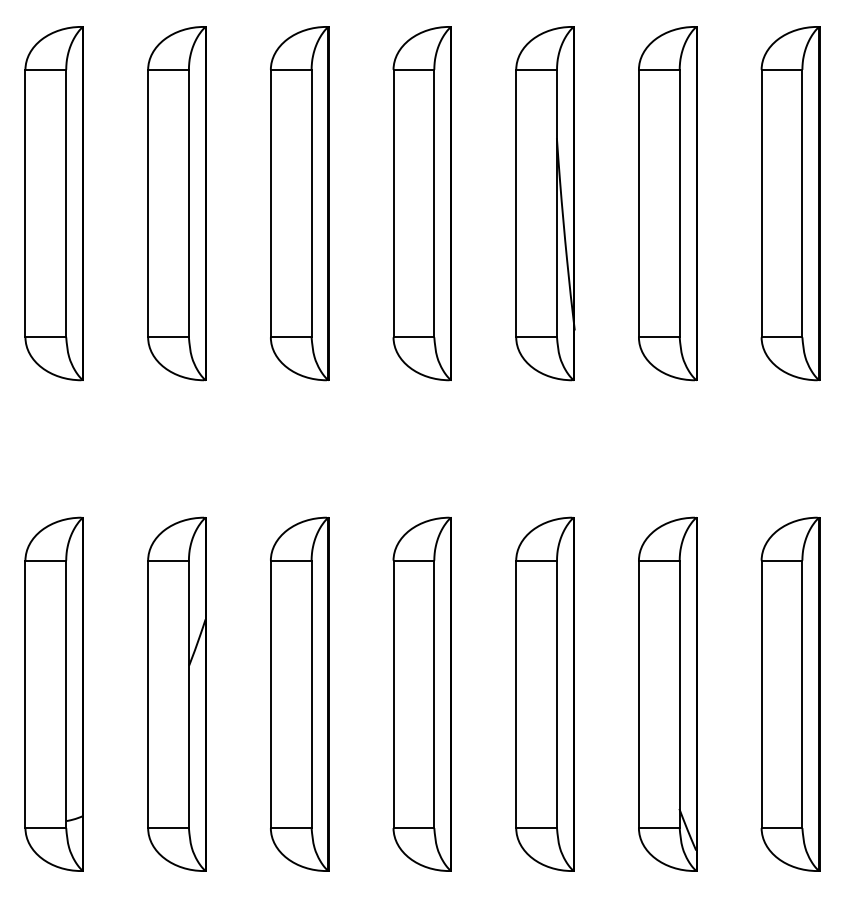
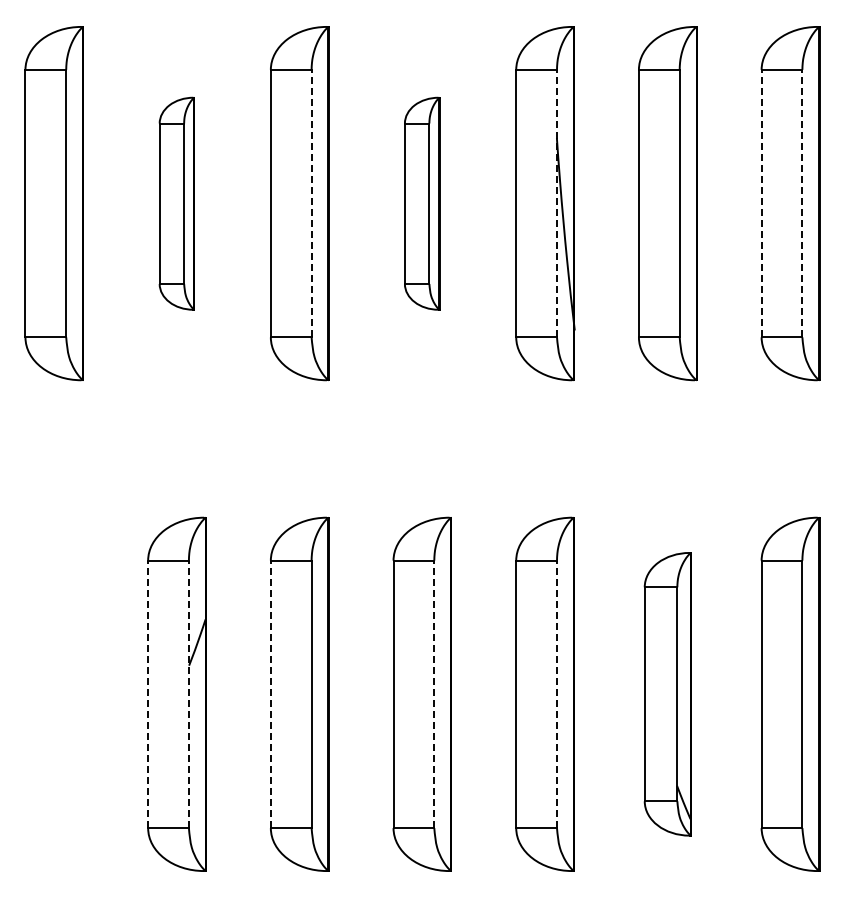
part at (176, 203) size: 60x356 px -> 37x215 px
line at (311, 203): solid -> dashed
part at (421, 203) size: 60x356 px -> 37x215 px
line at (556, 203): solid -> dashed
line at (761, 203): solid -> dashed
line at (802, 203): solid -> dashed
part at (53, 693): present -> none
part at (667, 693) size: 60x356 px -> 49x285 px
line at (148, 694): solid -> dashed
line at (188, 694): solid -> dashed
line at (270, 694): solid -> dashed
line at (434, 694): solid -> dashed
line at (556, 694): solid -> dashed
